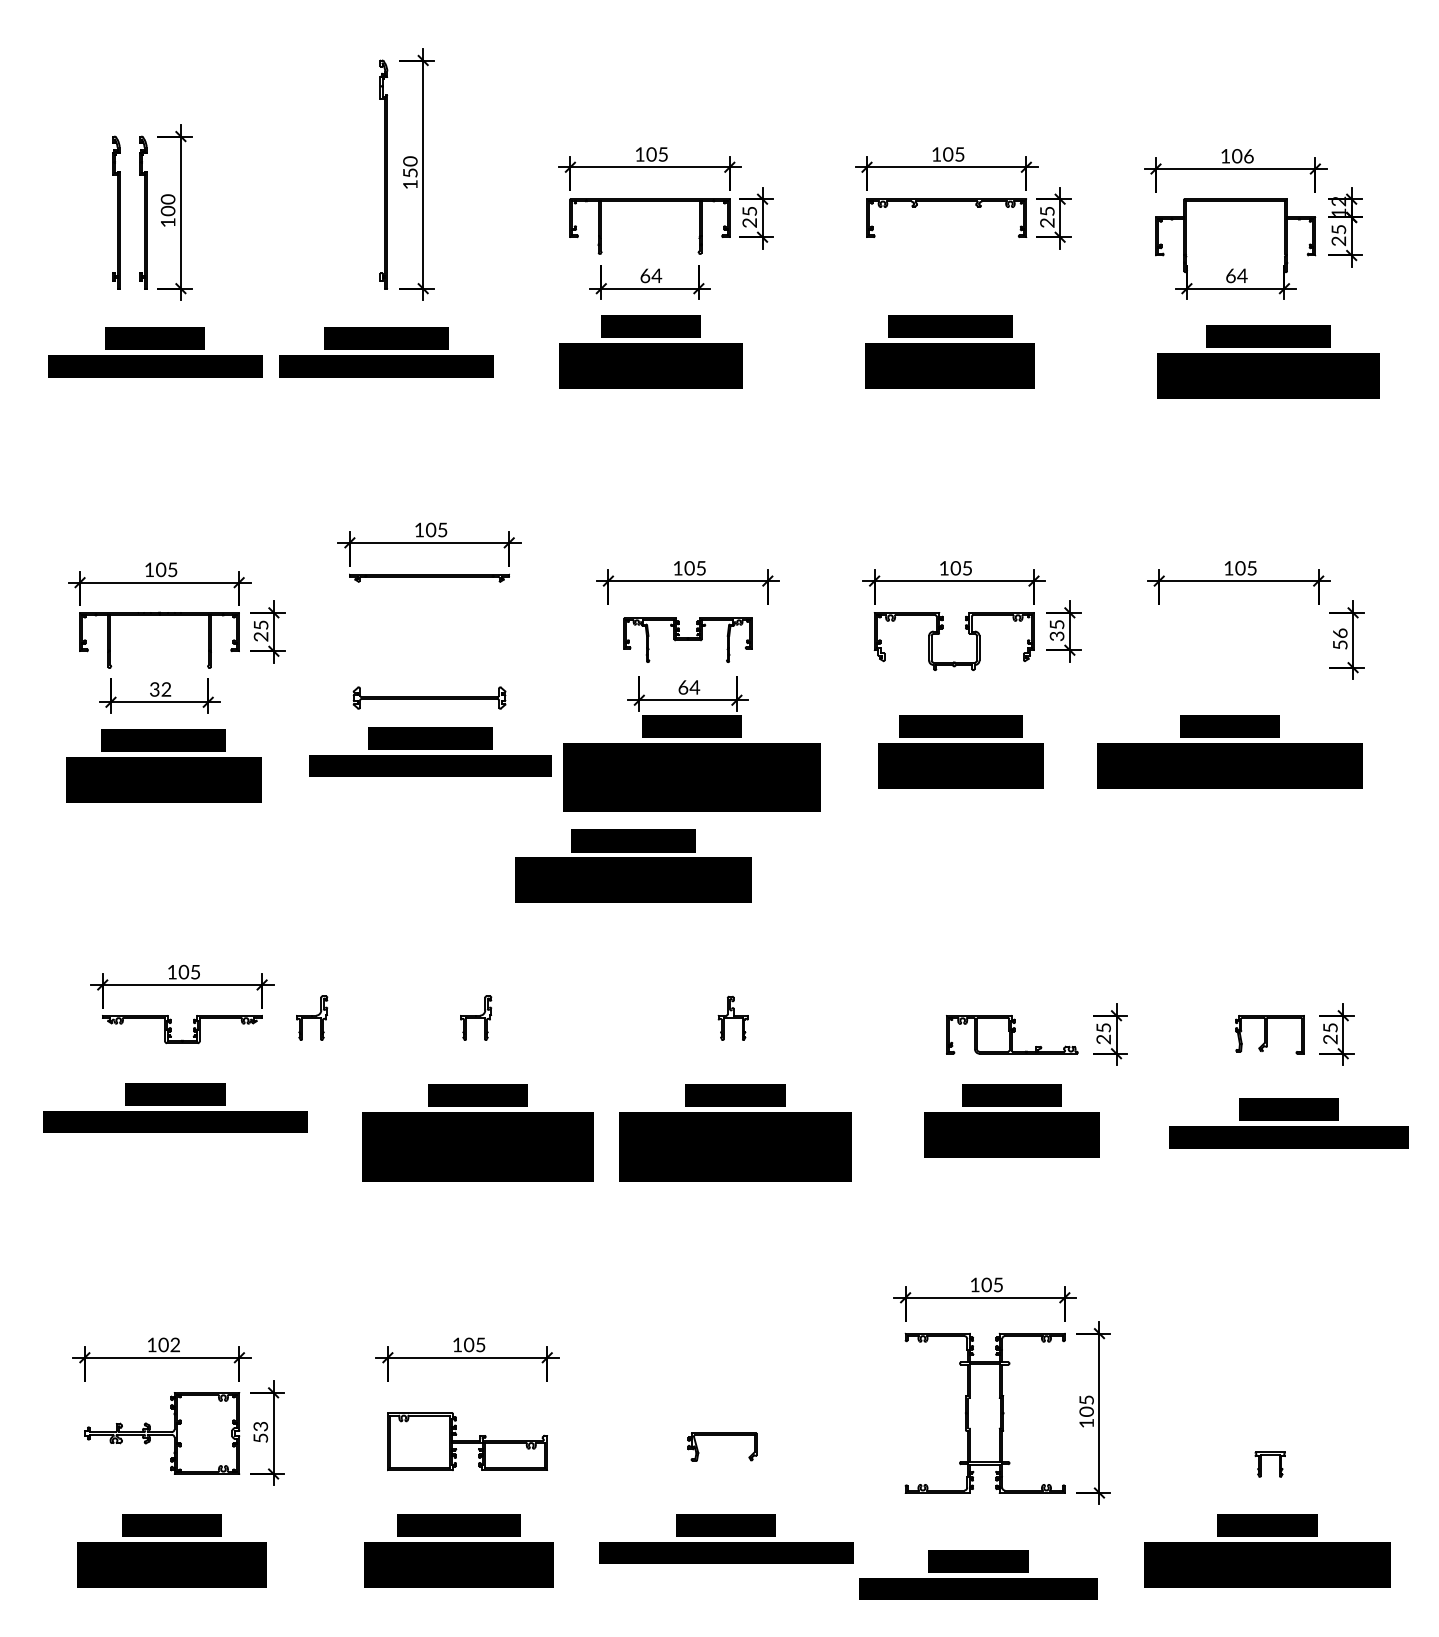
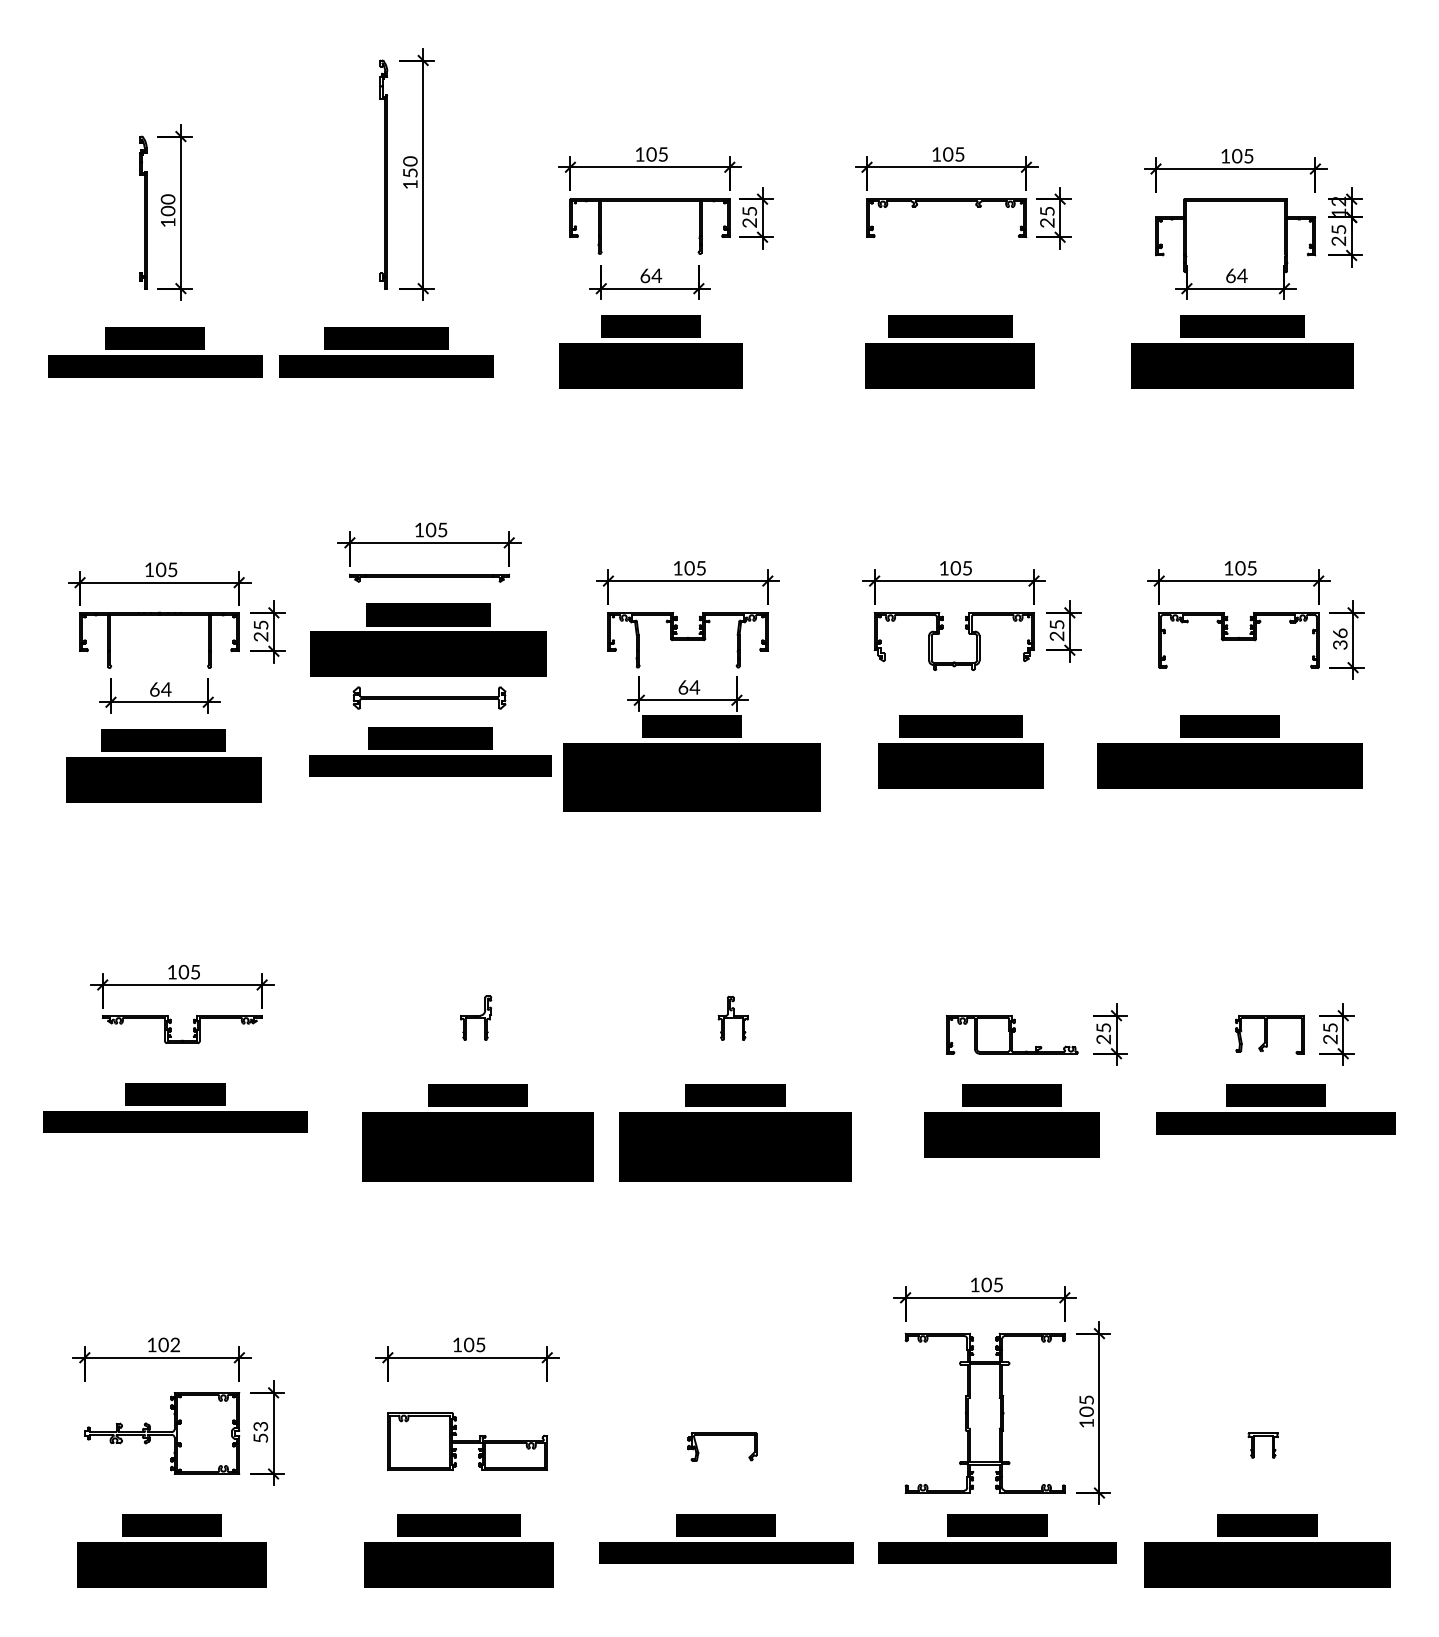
text at (1248, 156): 106 -> 105
part at (116, 212): present -> none
text at (1268, 361) position: (1268, 361) -> (1242, 351)
text at (1059, 636): 35 -> 25
part at (687, 639) size: 130x46 px -> 162x57 px
part at (1238, 640): none -> present
text at (1340, 644): 56 -> 36
text at (160, 689): 32 -> 64
text at (633, 865) position: (633, 865) -> (428, 639)
part at (312, 1017): present -> none
text at (1288, 1123) position: (1288, 1123) -> (1275, 1109)
part at (1261, 1464) position: (1261, 1464) -> (1254, 1445)
text at (978, 1574) position: (978, 1574) -> (997, 1538)
